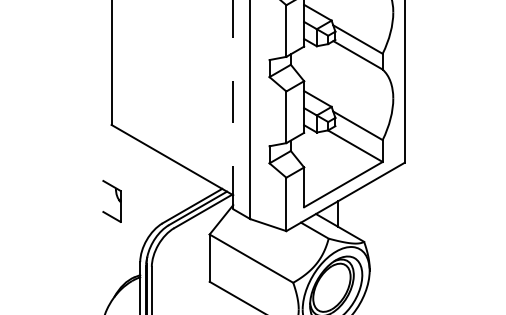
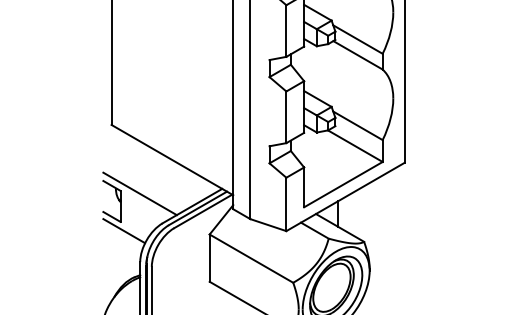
line at (233, 104): dashed -> solid
line at (139, 193): none -> present
line at (124, 231): none -> present
